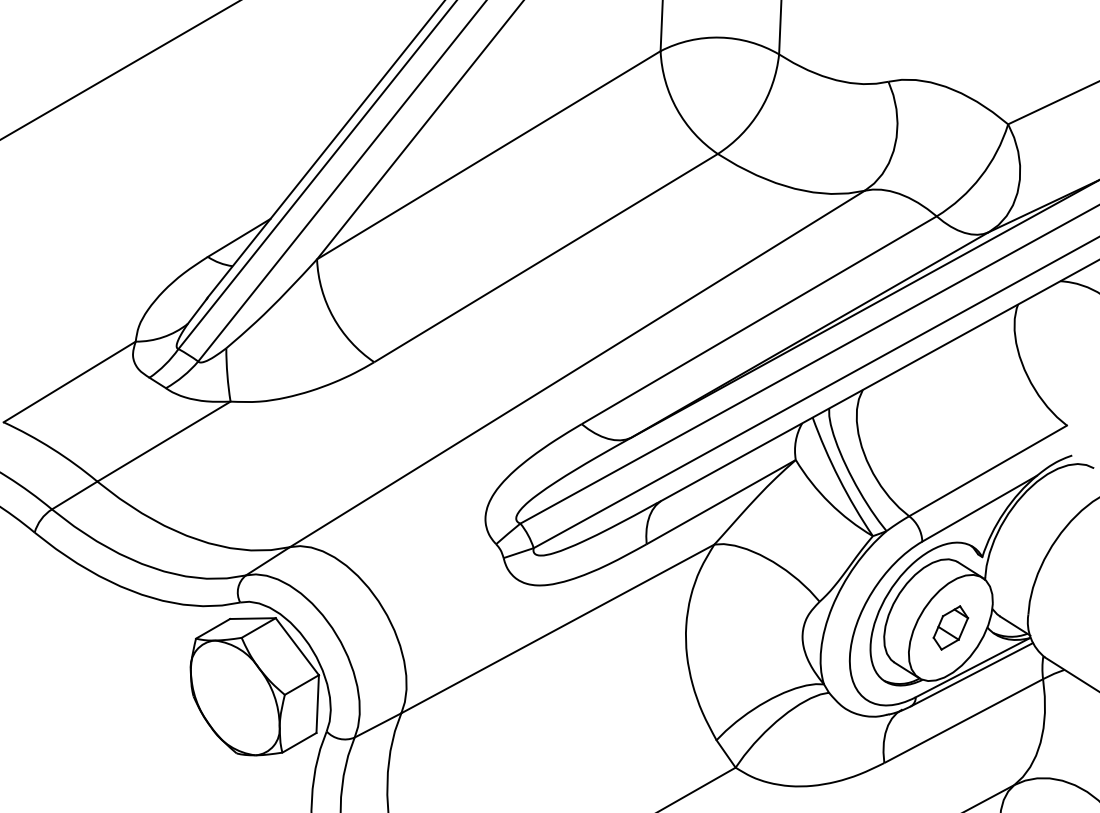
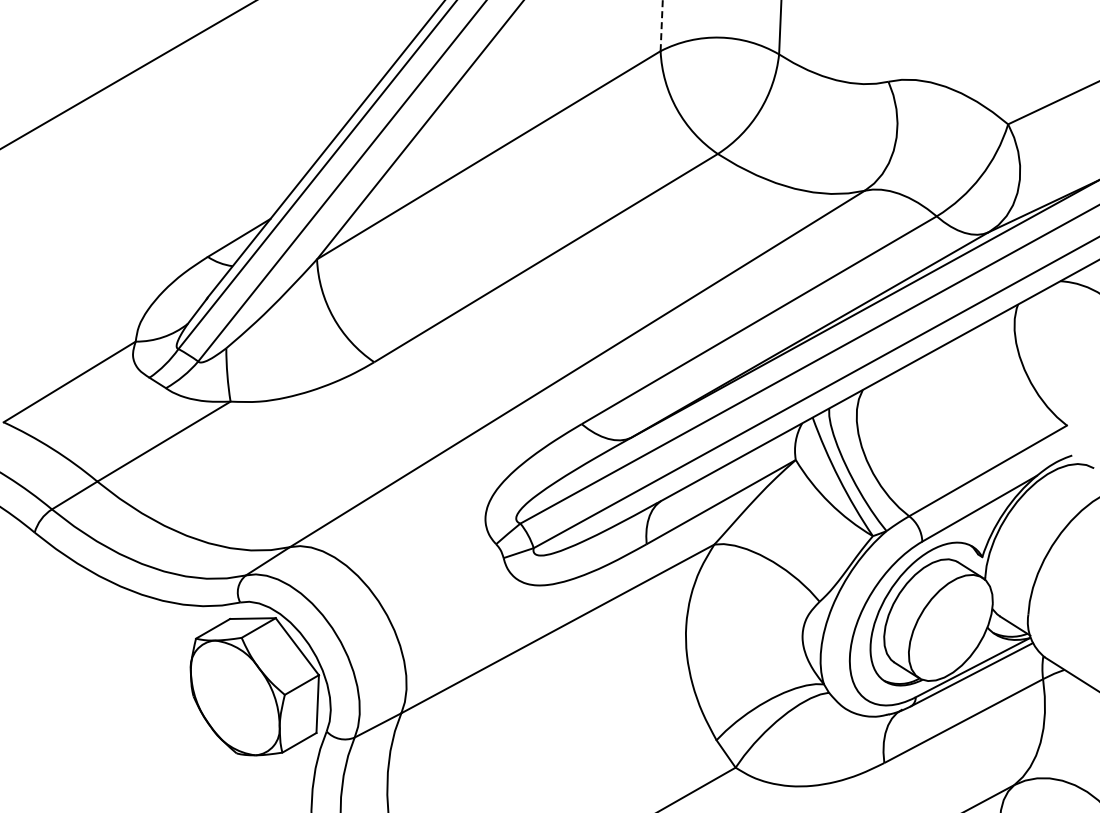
line at (661, 25): solid -> dashed
line at (119, 70) position: (119, 70) -> (127, 75)
part at (950, 627): present -> none
